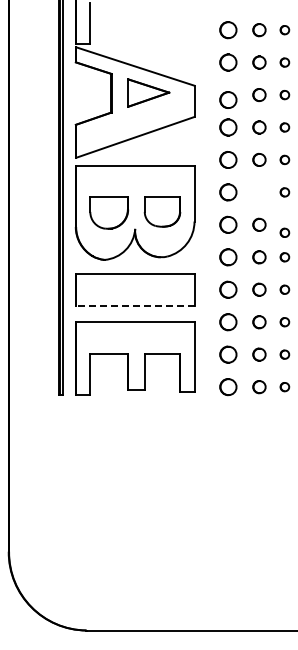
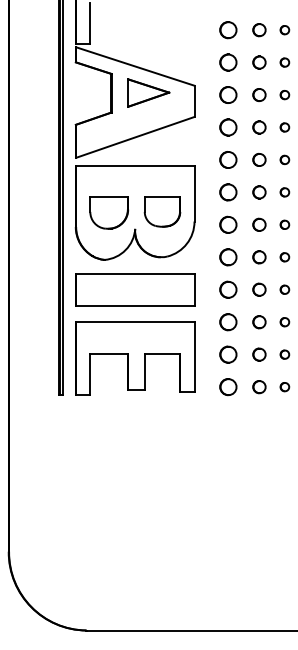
part at (228, 99) position: (228, 99) -> (228, 94)
circle at (259, 192): none -> present
part at (284, 232) position: (284, 232) -> (284, 224)
line at (134, 305): dashed -> solid
